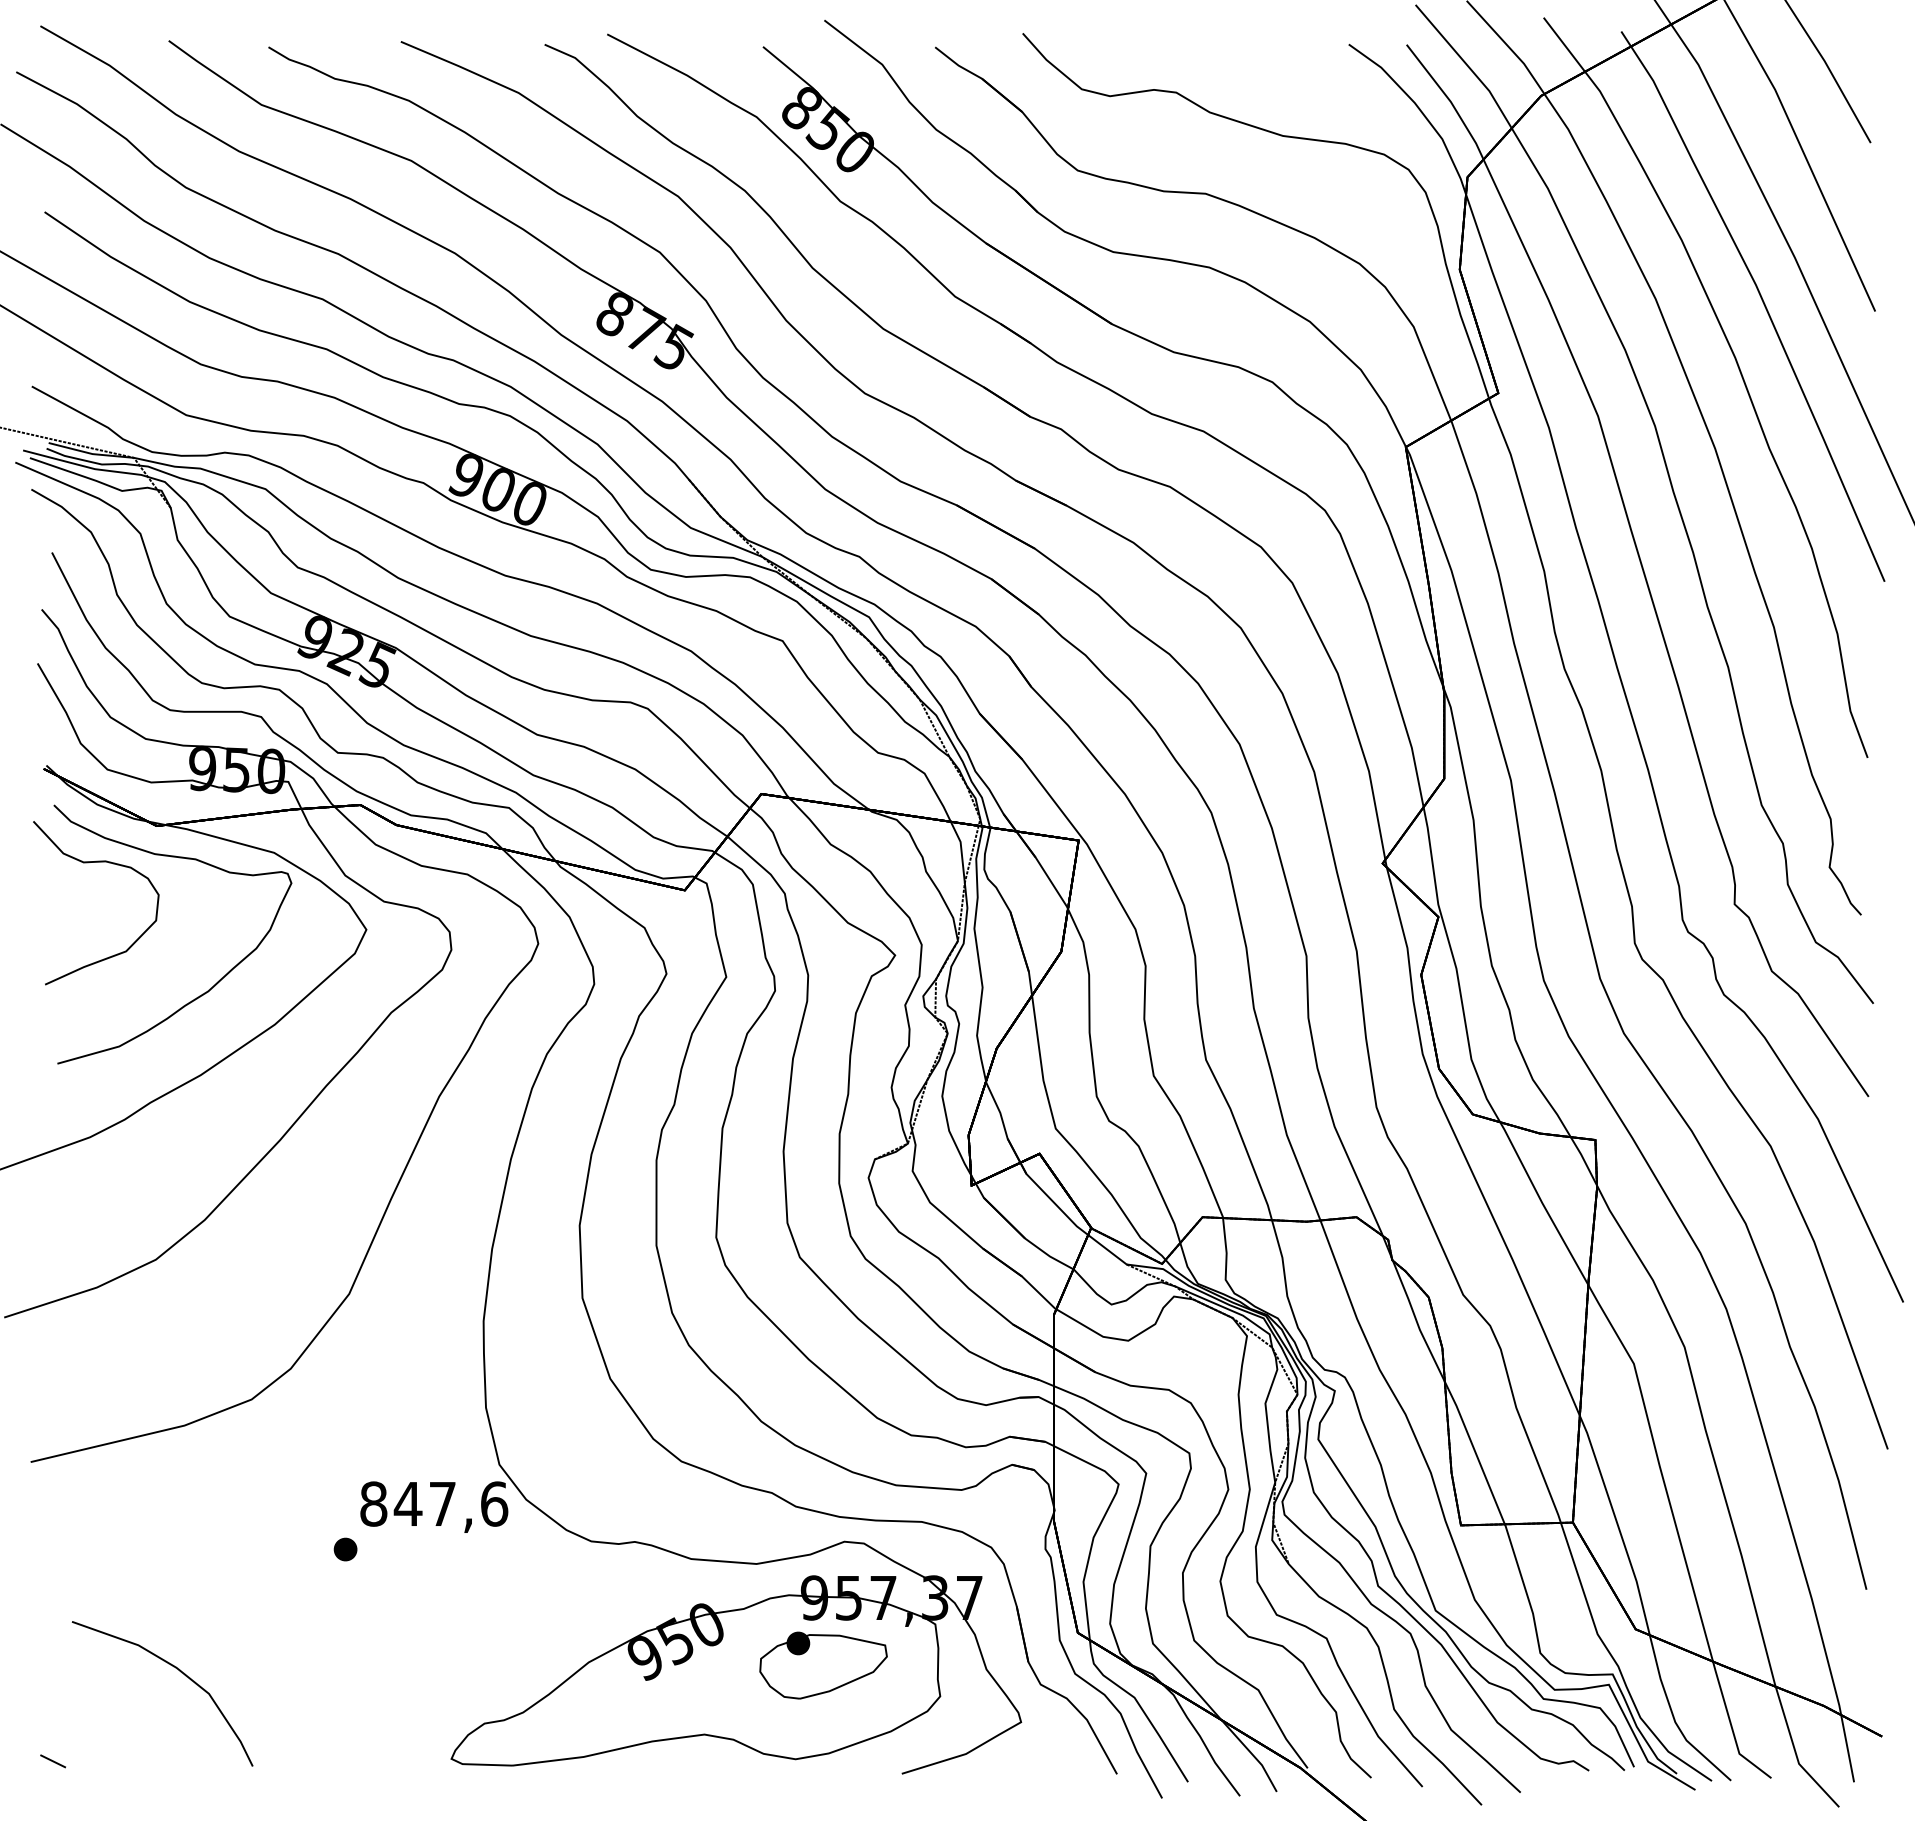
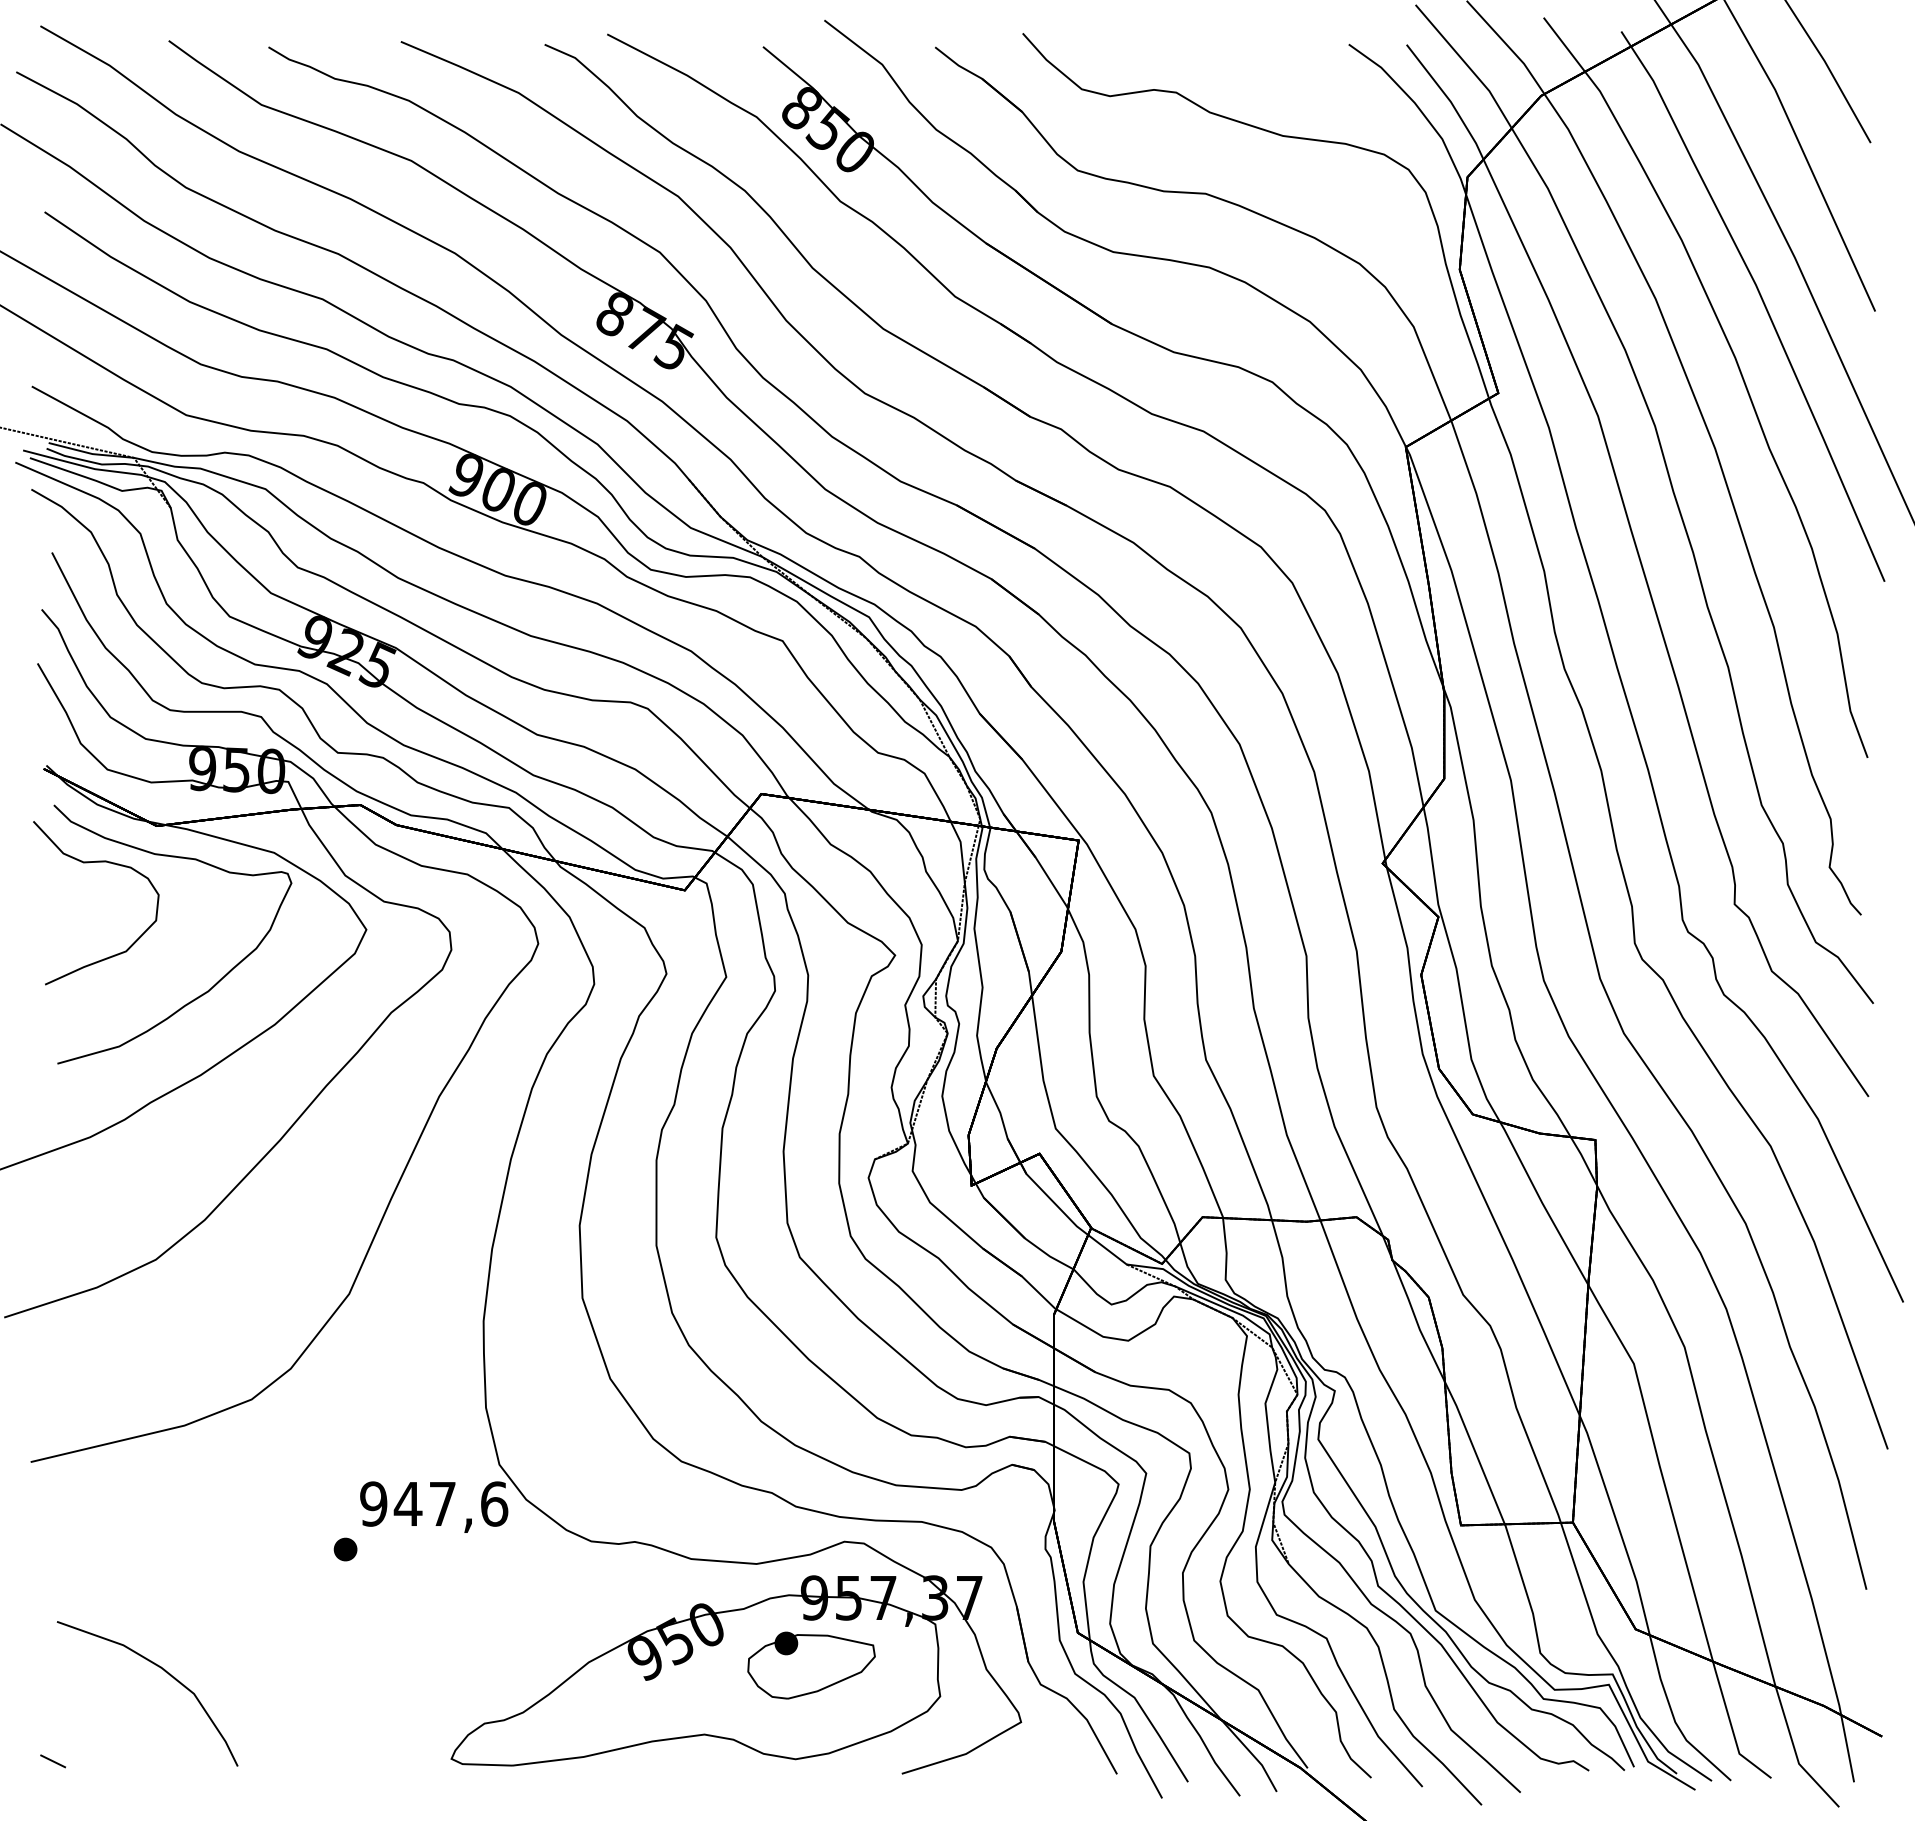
text at (373, 1503): 847,6 -> 947,6
part at (823, 1665) position: (823, 1665) -> (811, 1665)
curve at (180, 1672) position: (180, 1672) -> (165, 1672)
